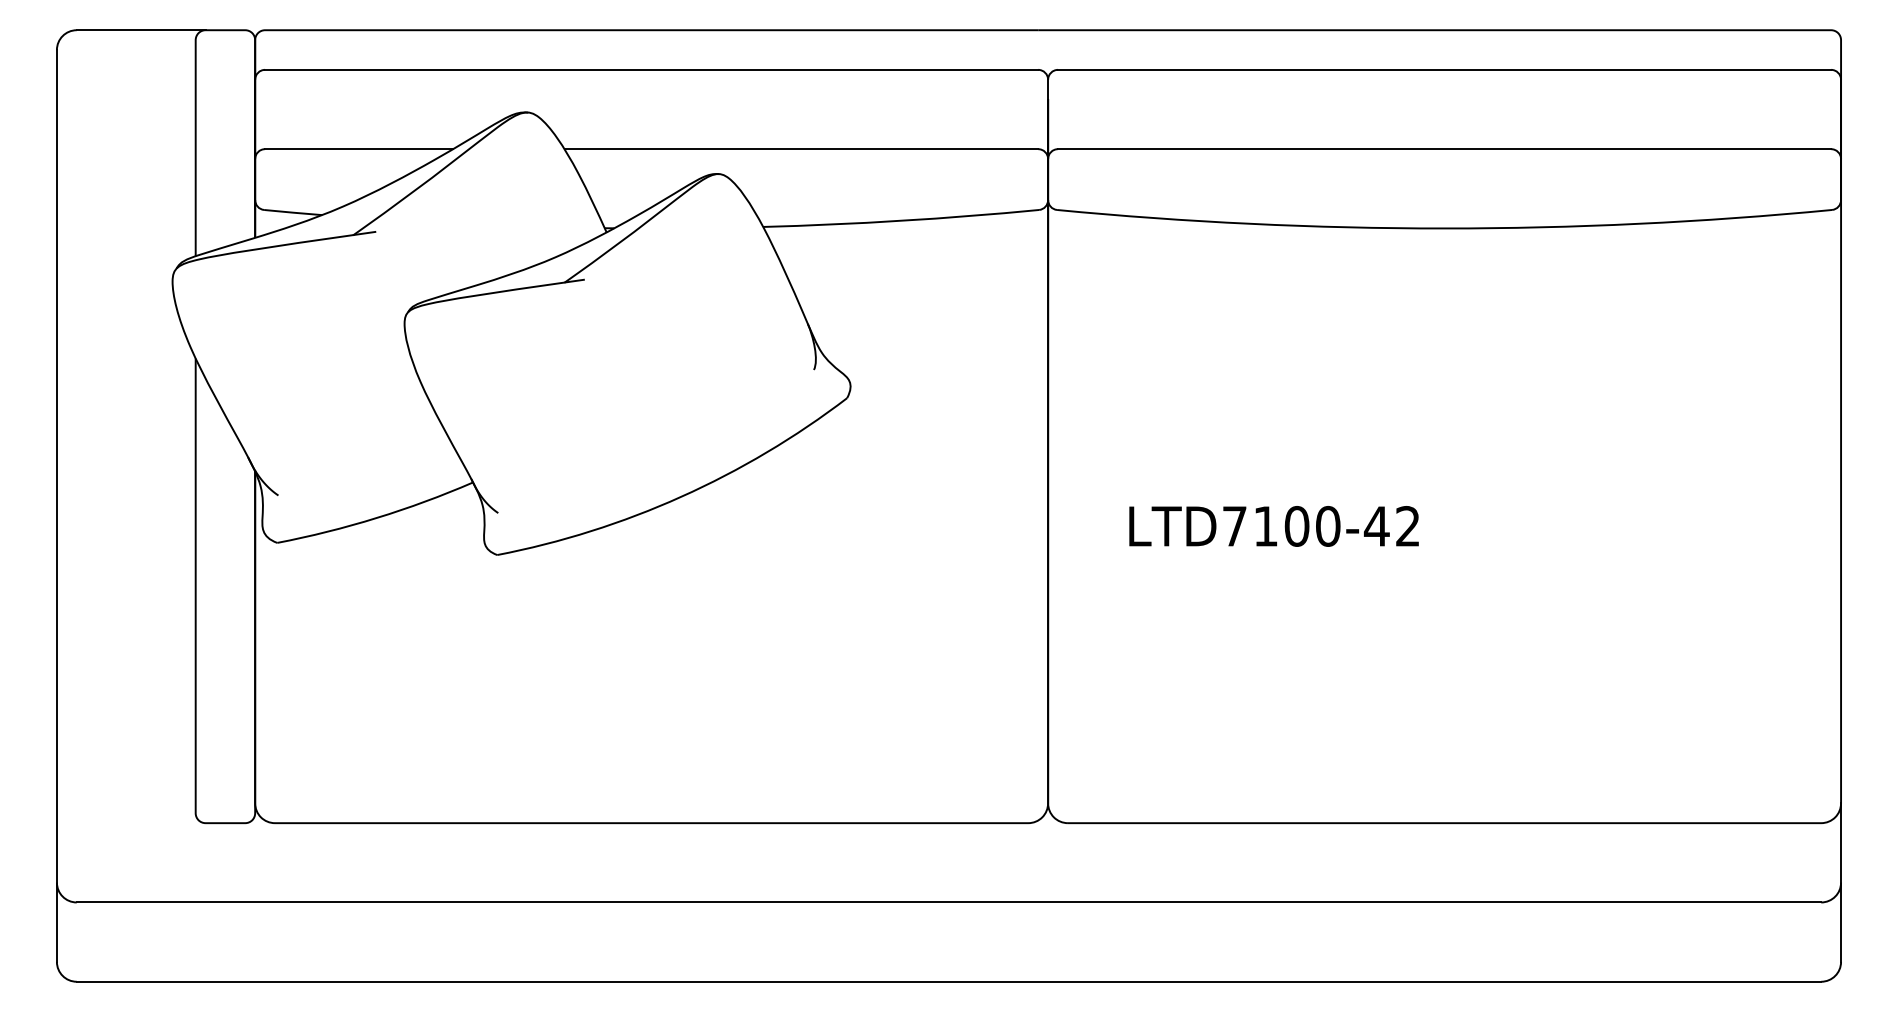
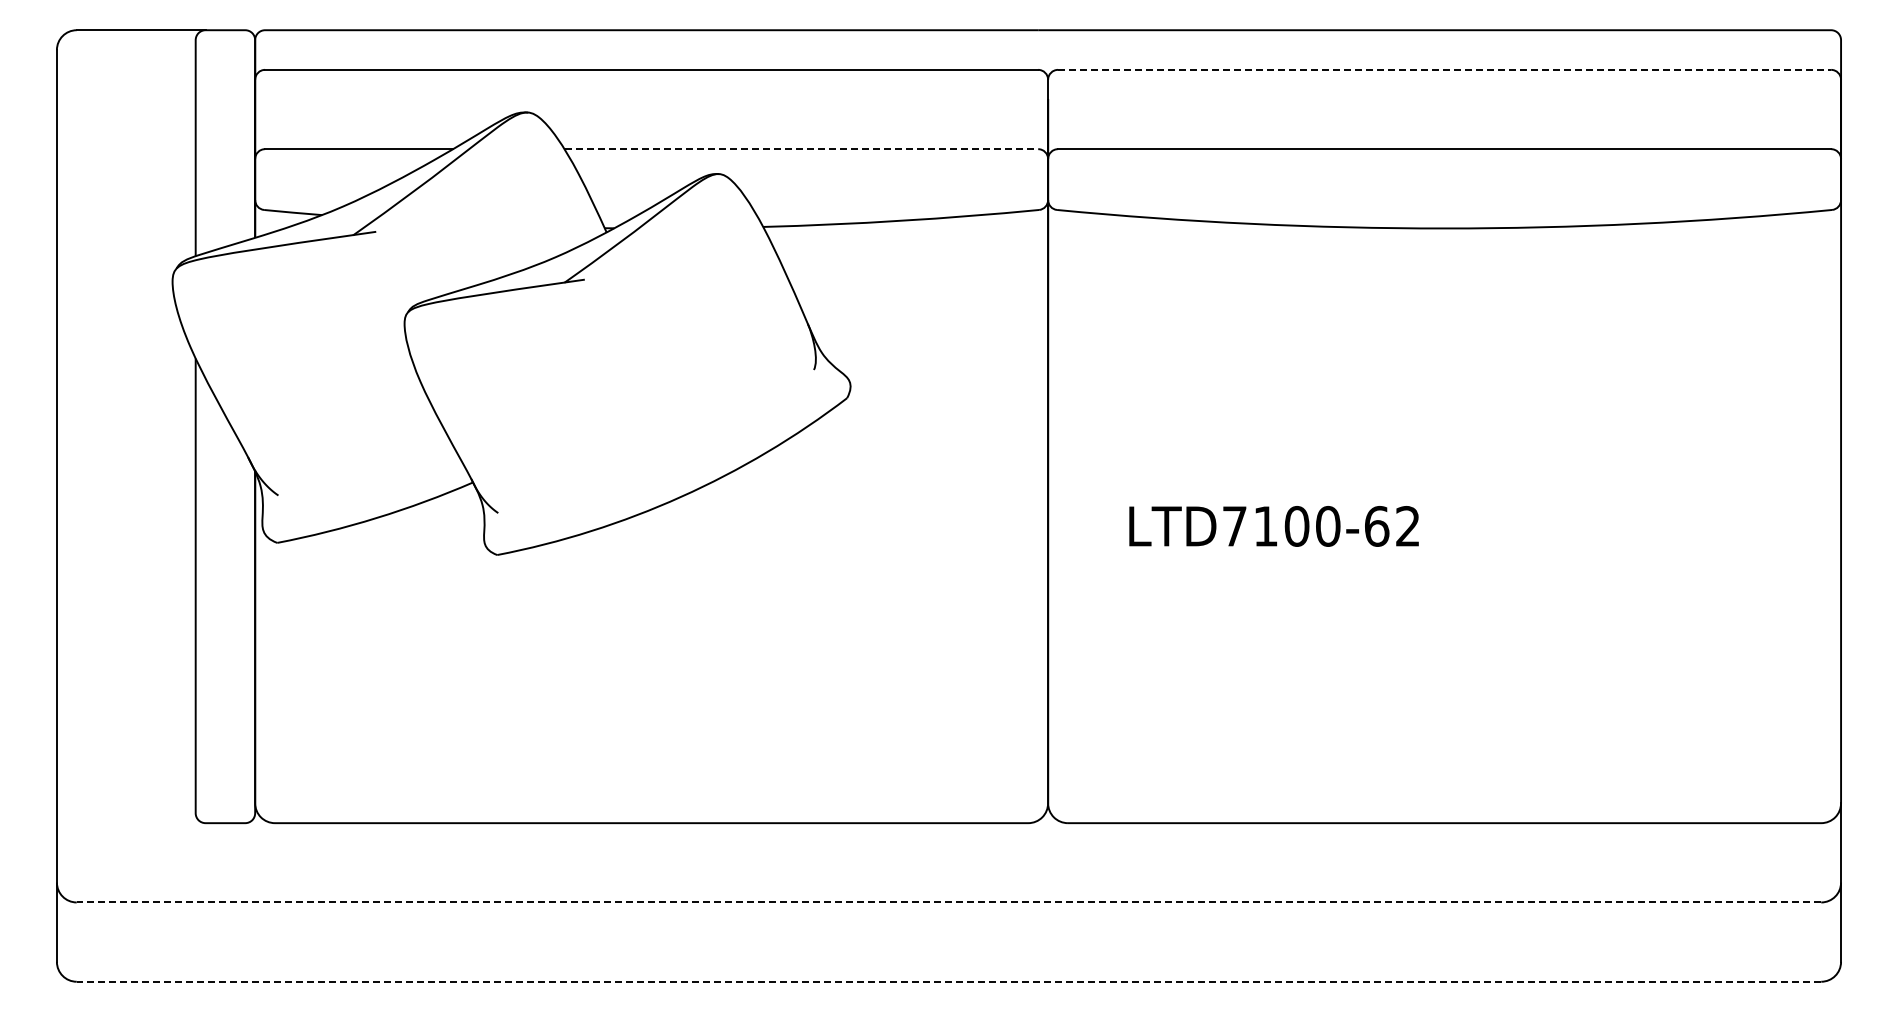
line at (1444, 69): solid -> dashed
line at (801, 149): solid -> dashed
text at (1376, 526): LTD7100-42 -> LTD7100-62
line at (948, 902): solid -> dashed
line at (948, 981): solid -> dashed
